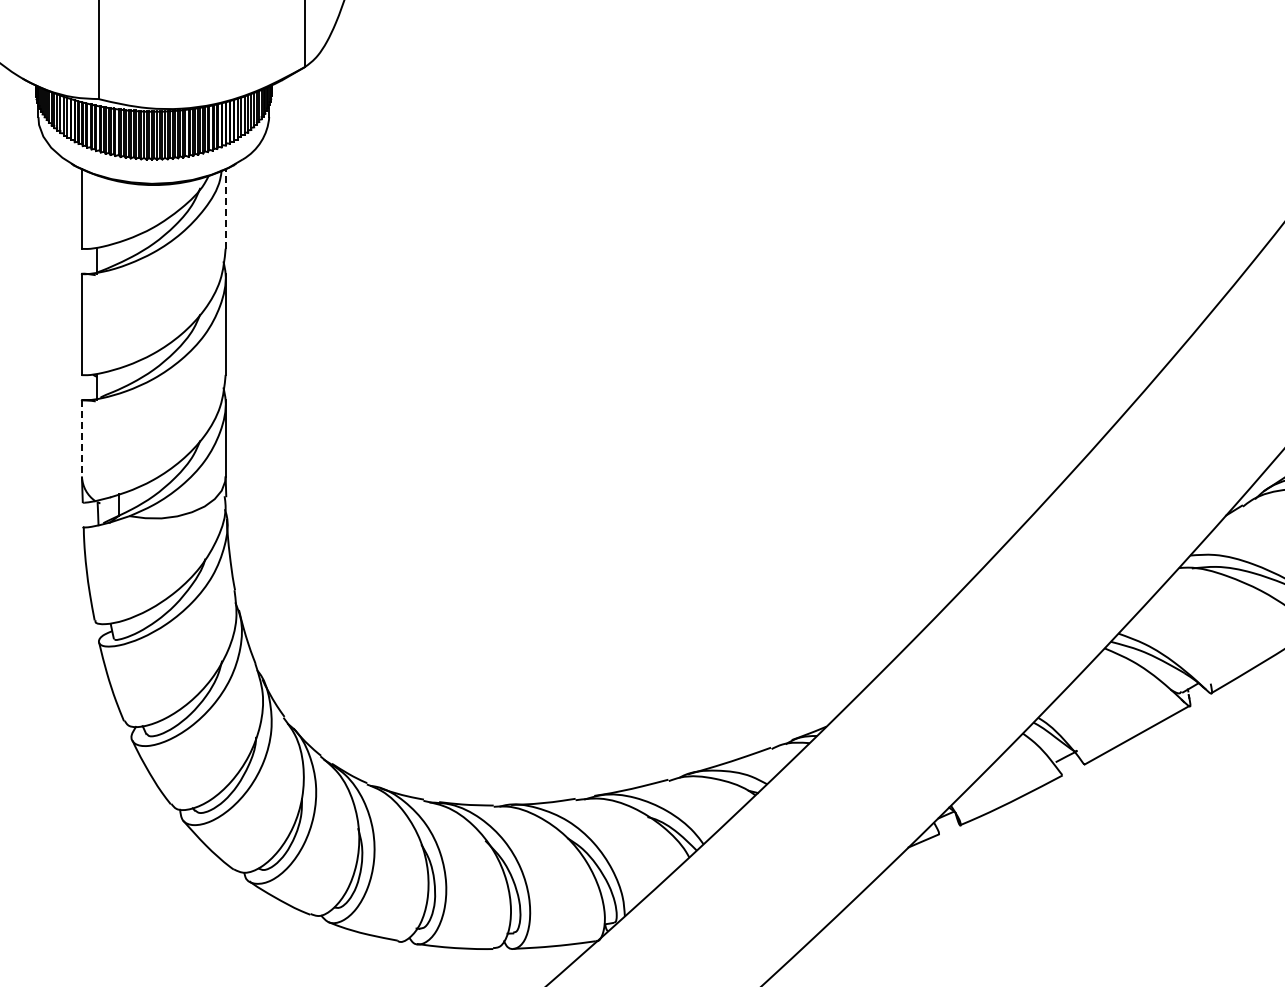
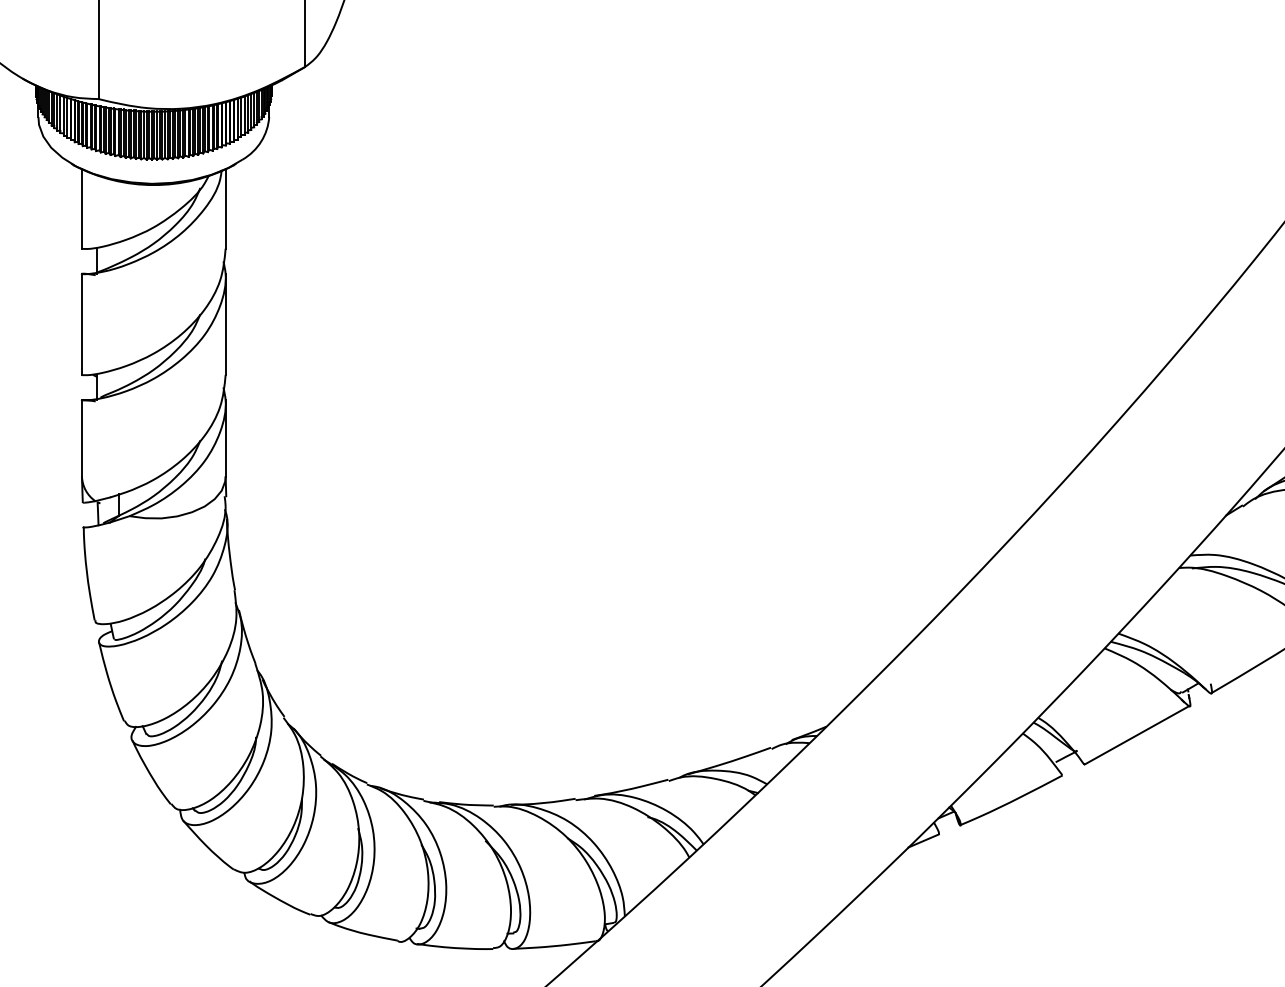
line at (225, 209): dashed -> solid
line at (81, 439): dashed -> solid
